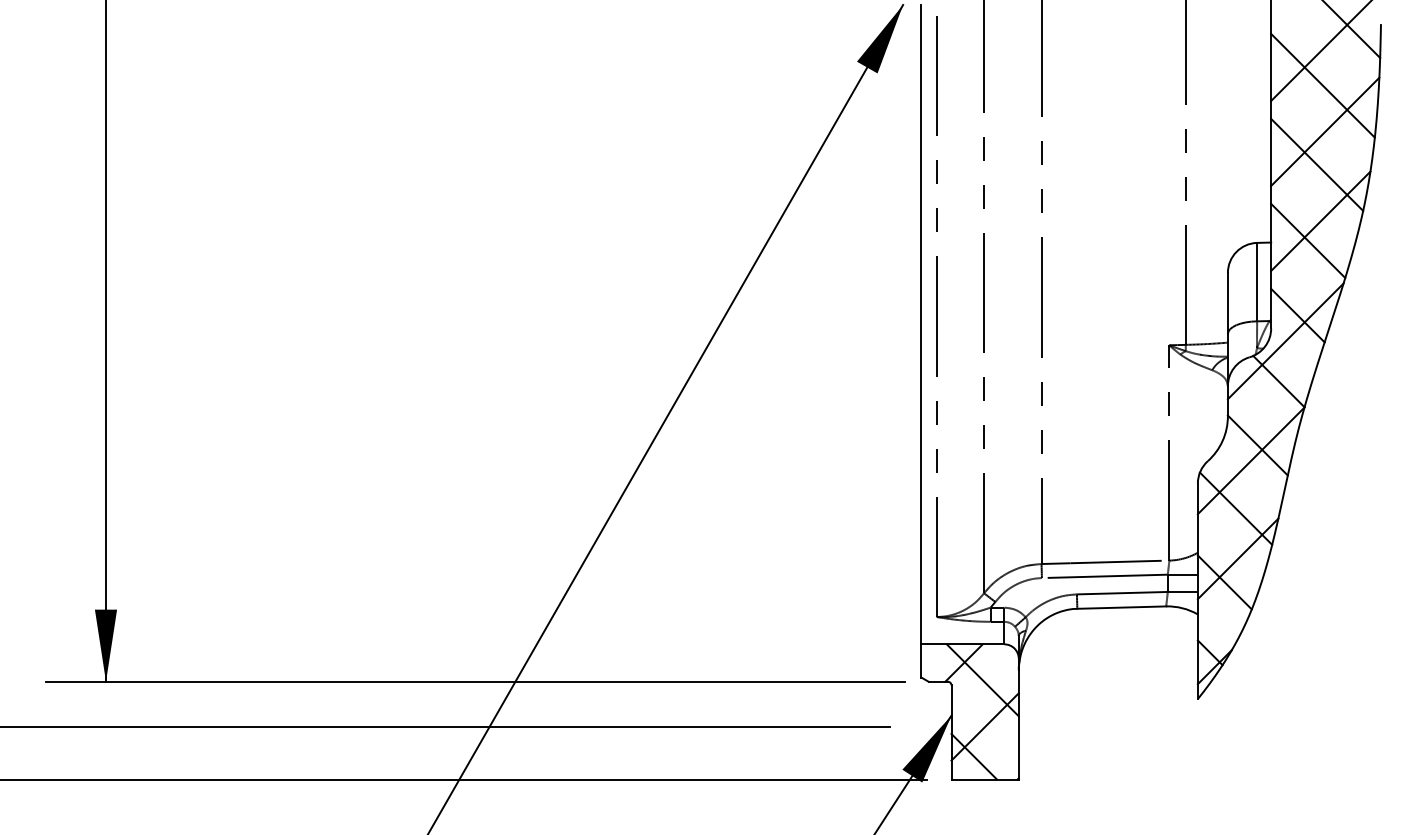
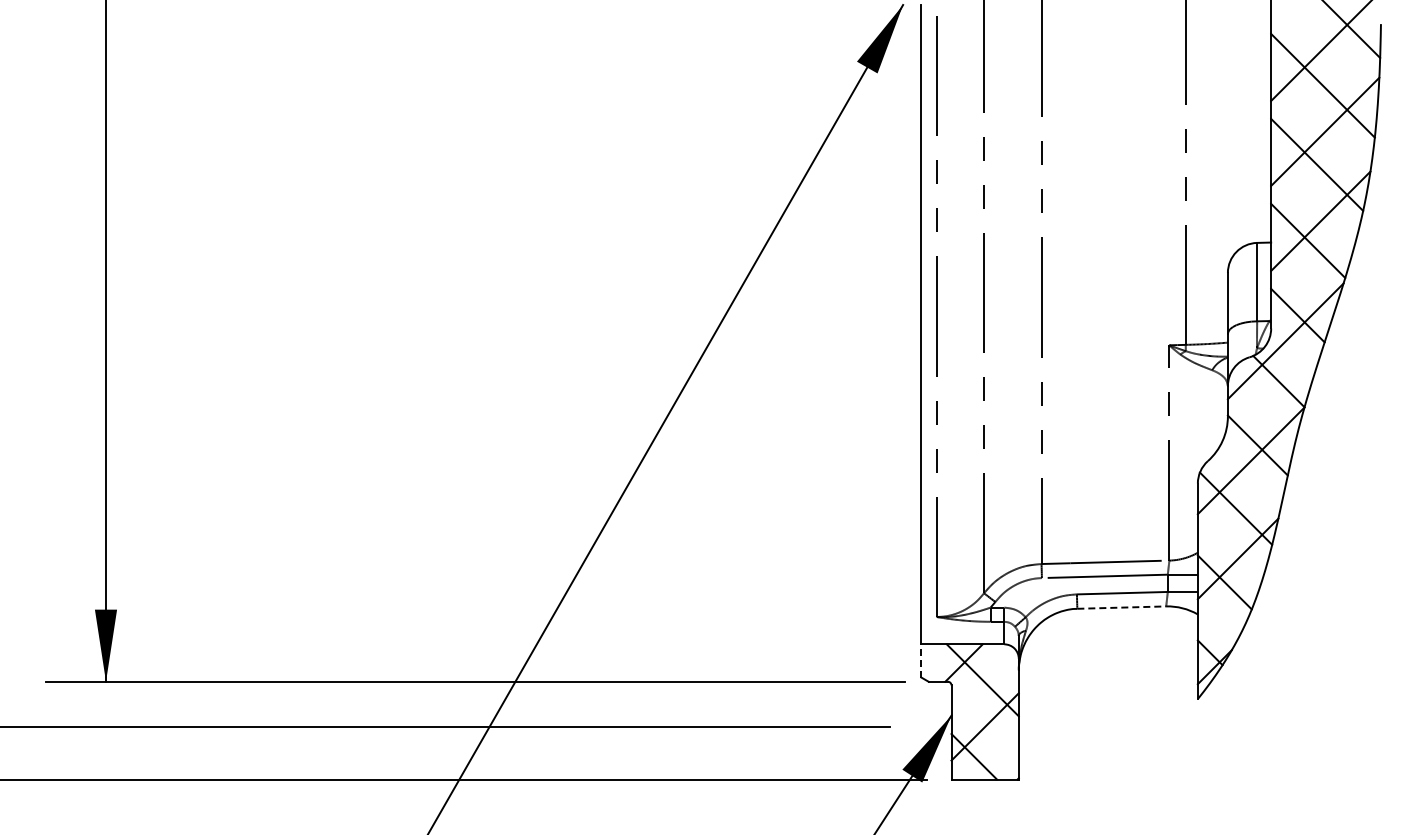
line at (1122, 607): solid -> dashed
line at (921, 660): solid -> dashed
